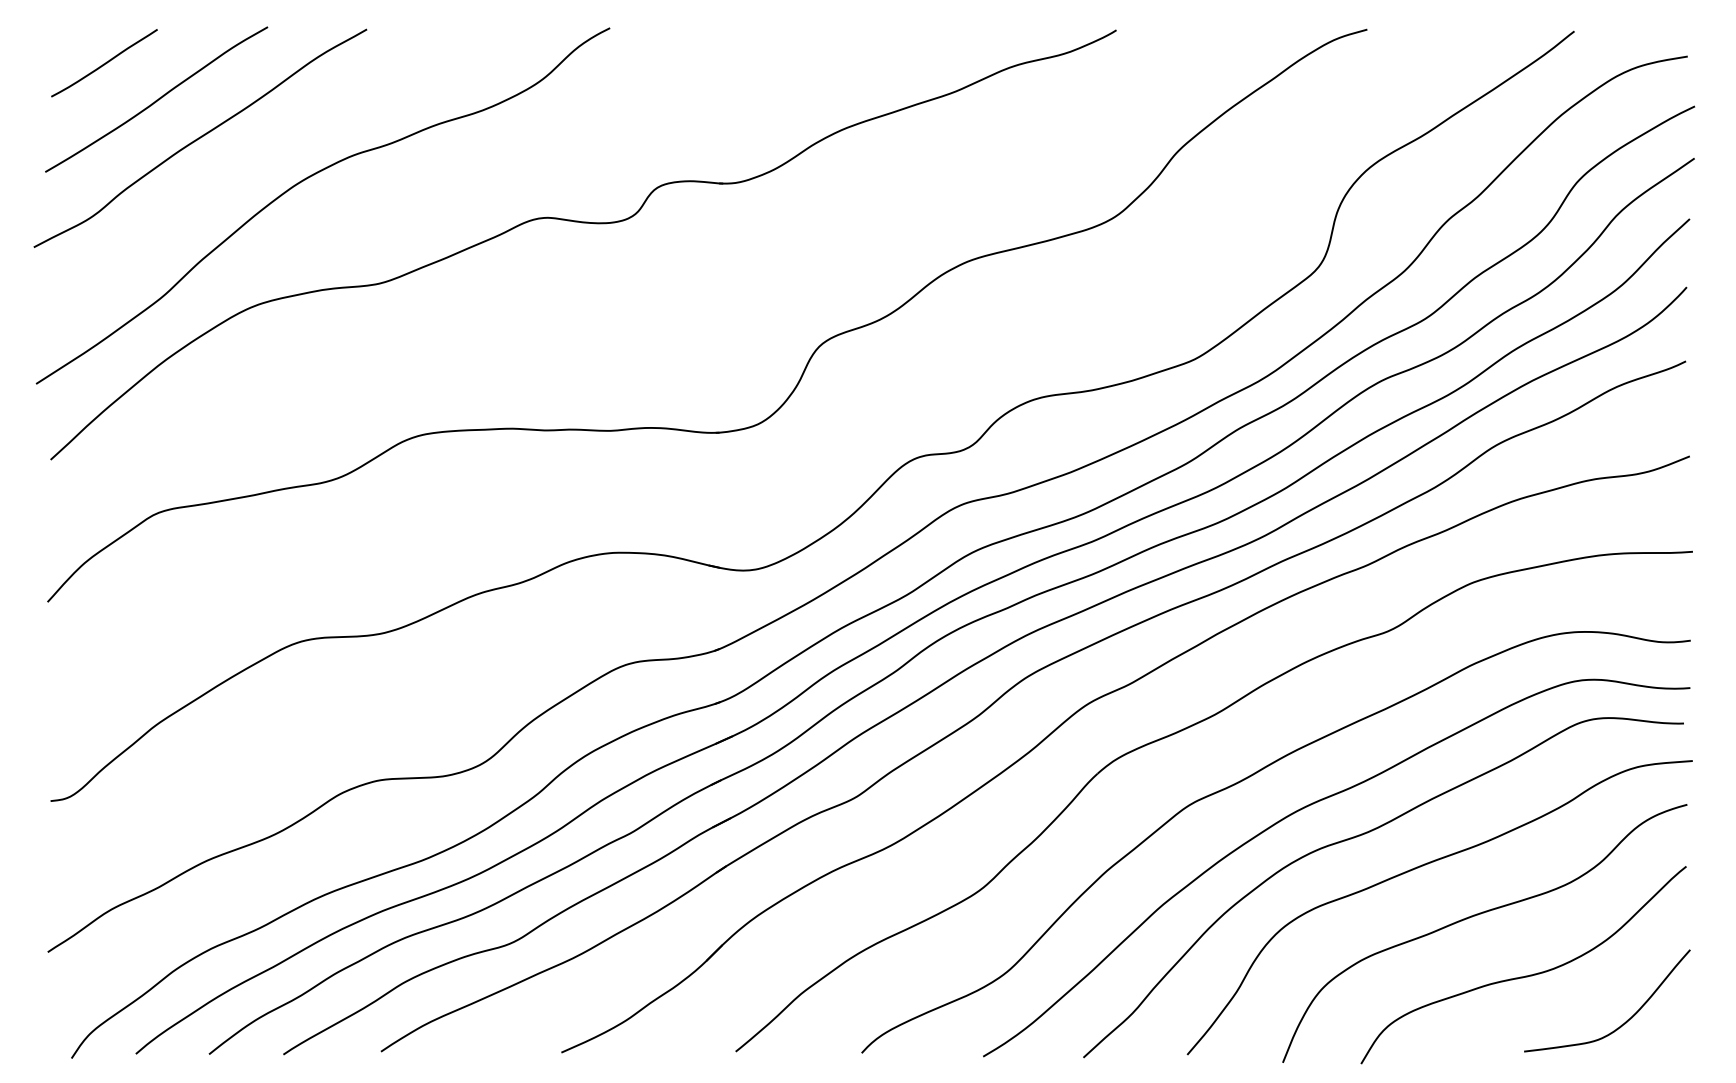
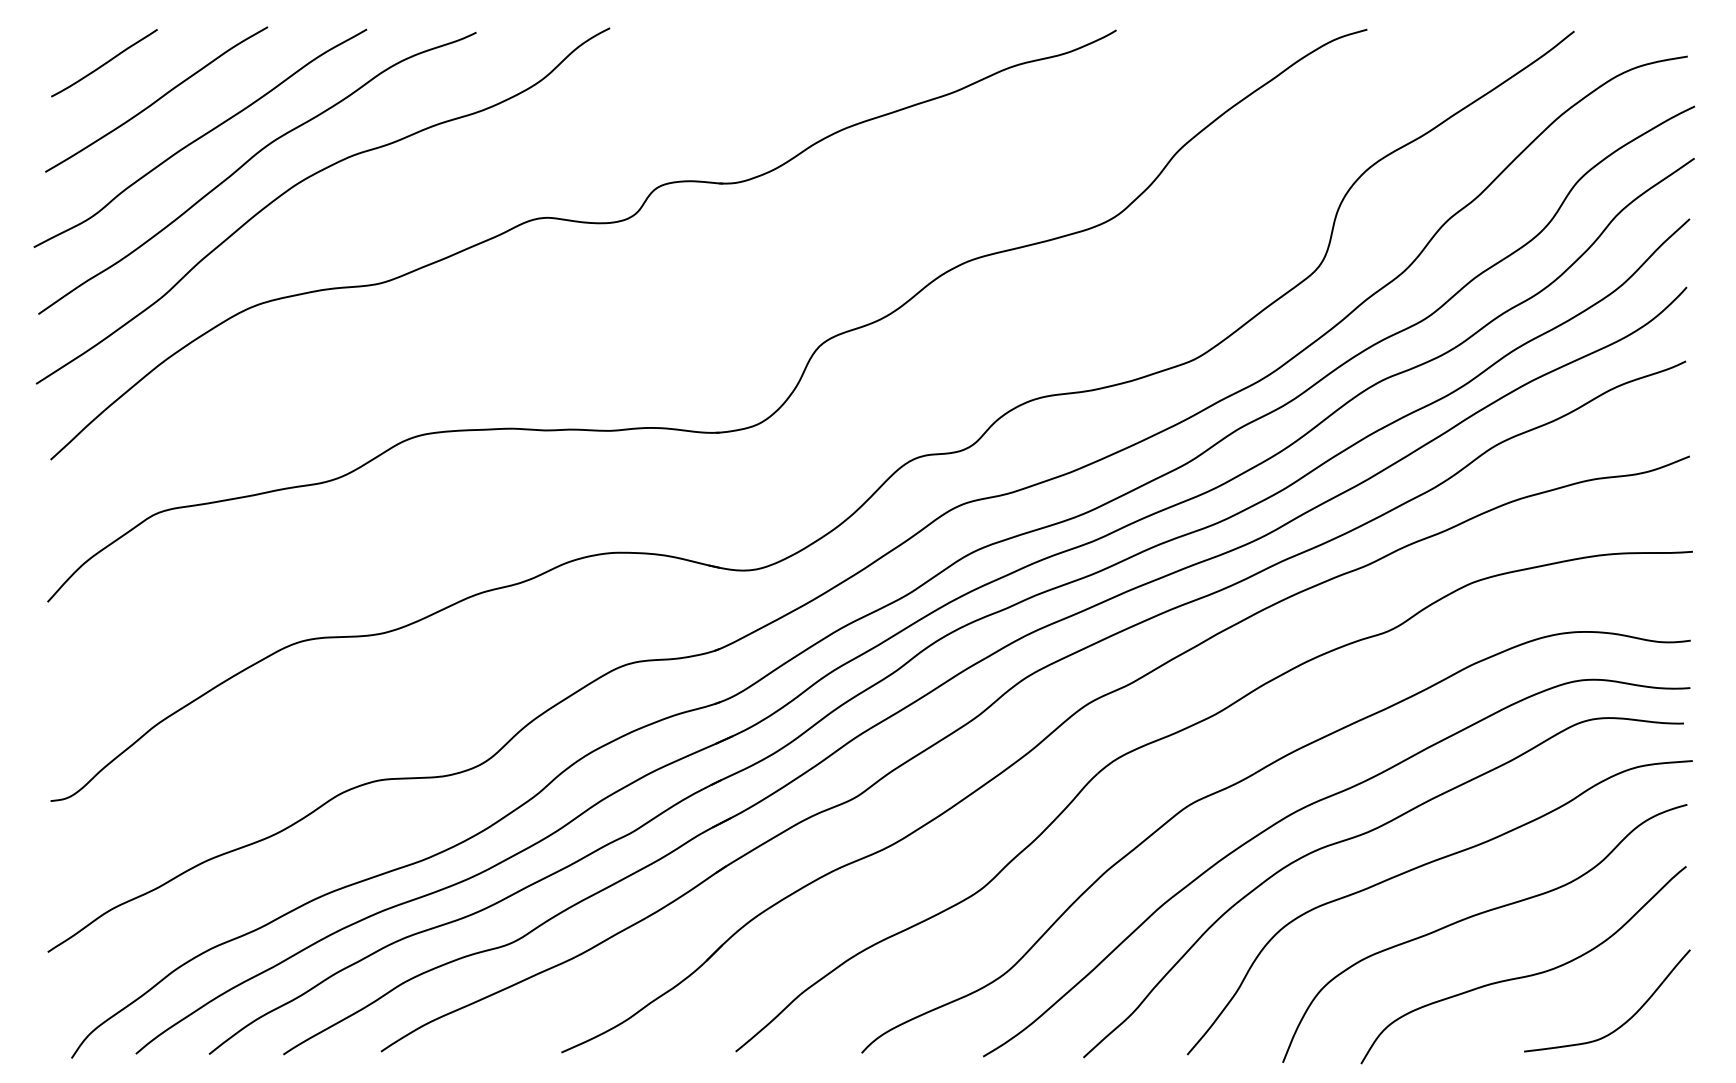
curve at (249, 161): none -> present
